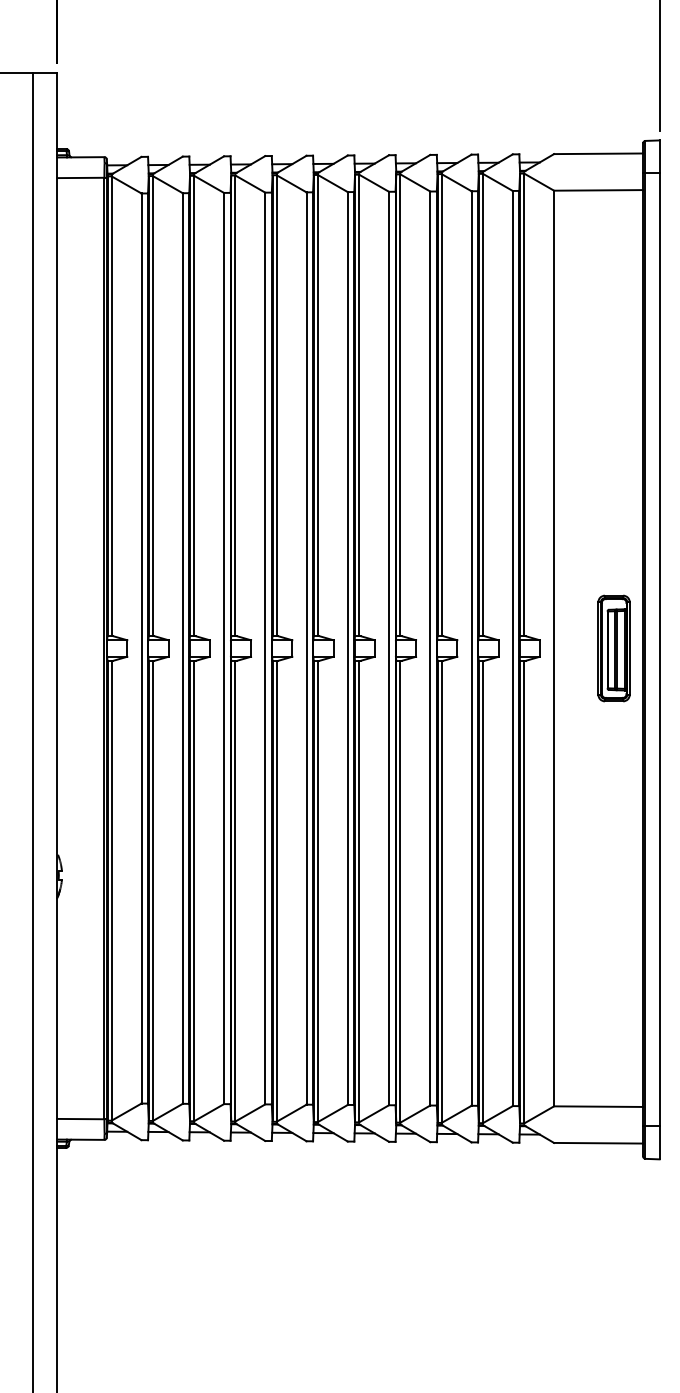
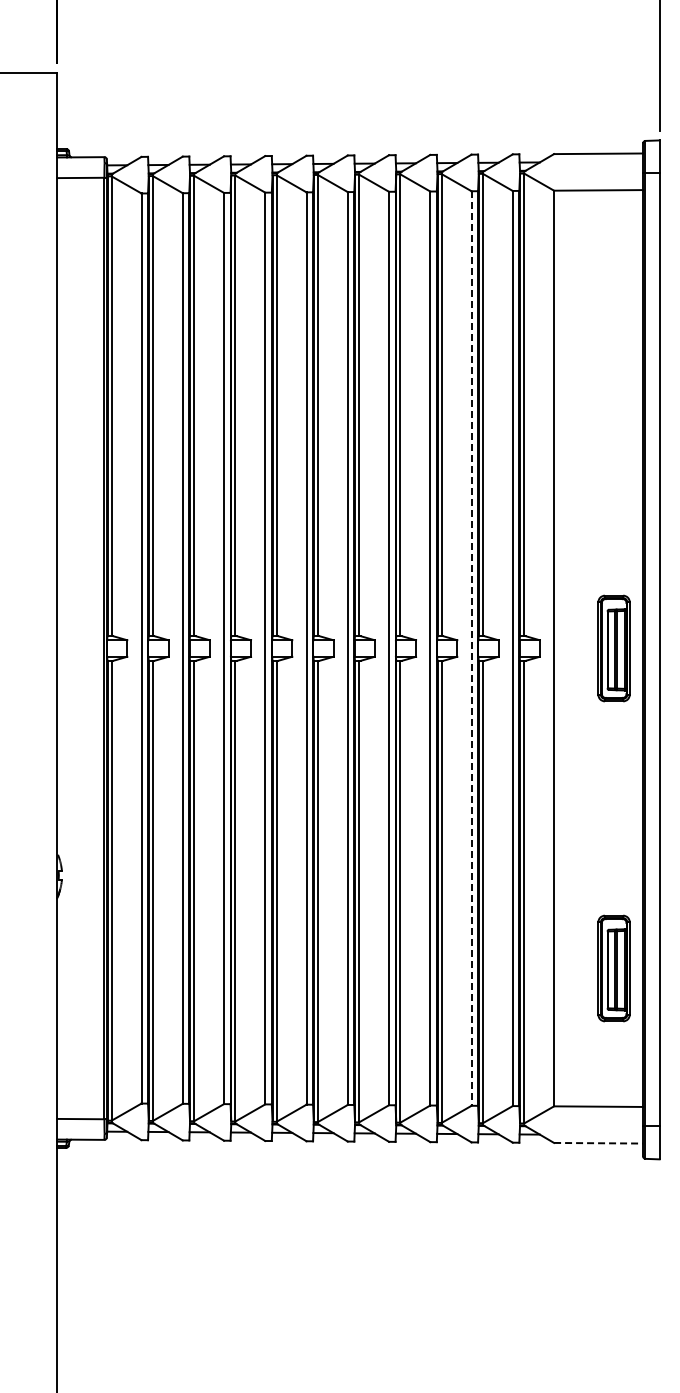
line at (471, 649): solid -> dashed
line at (32, 730): present -> none
part at (613, 968): none -> present
line at (598, 1143): solid -> dashed
